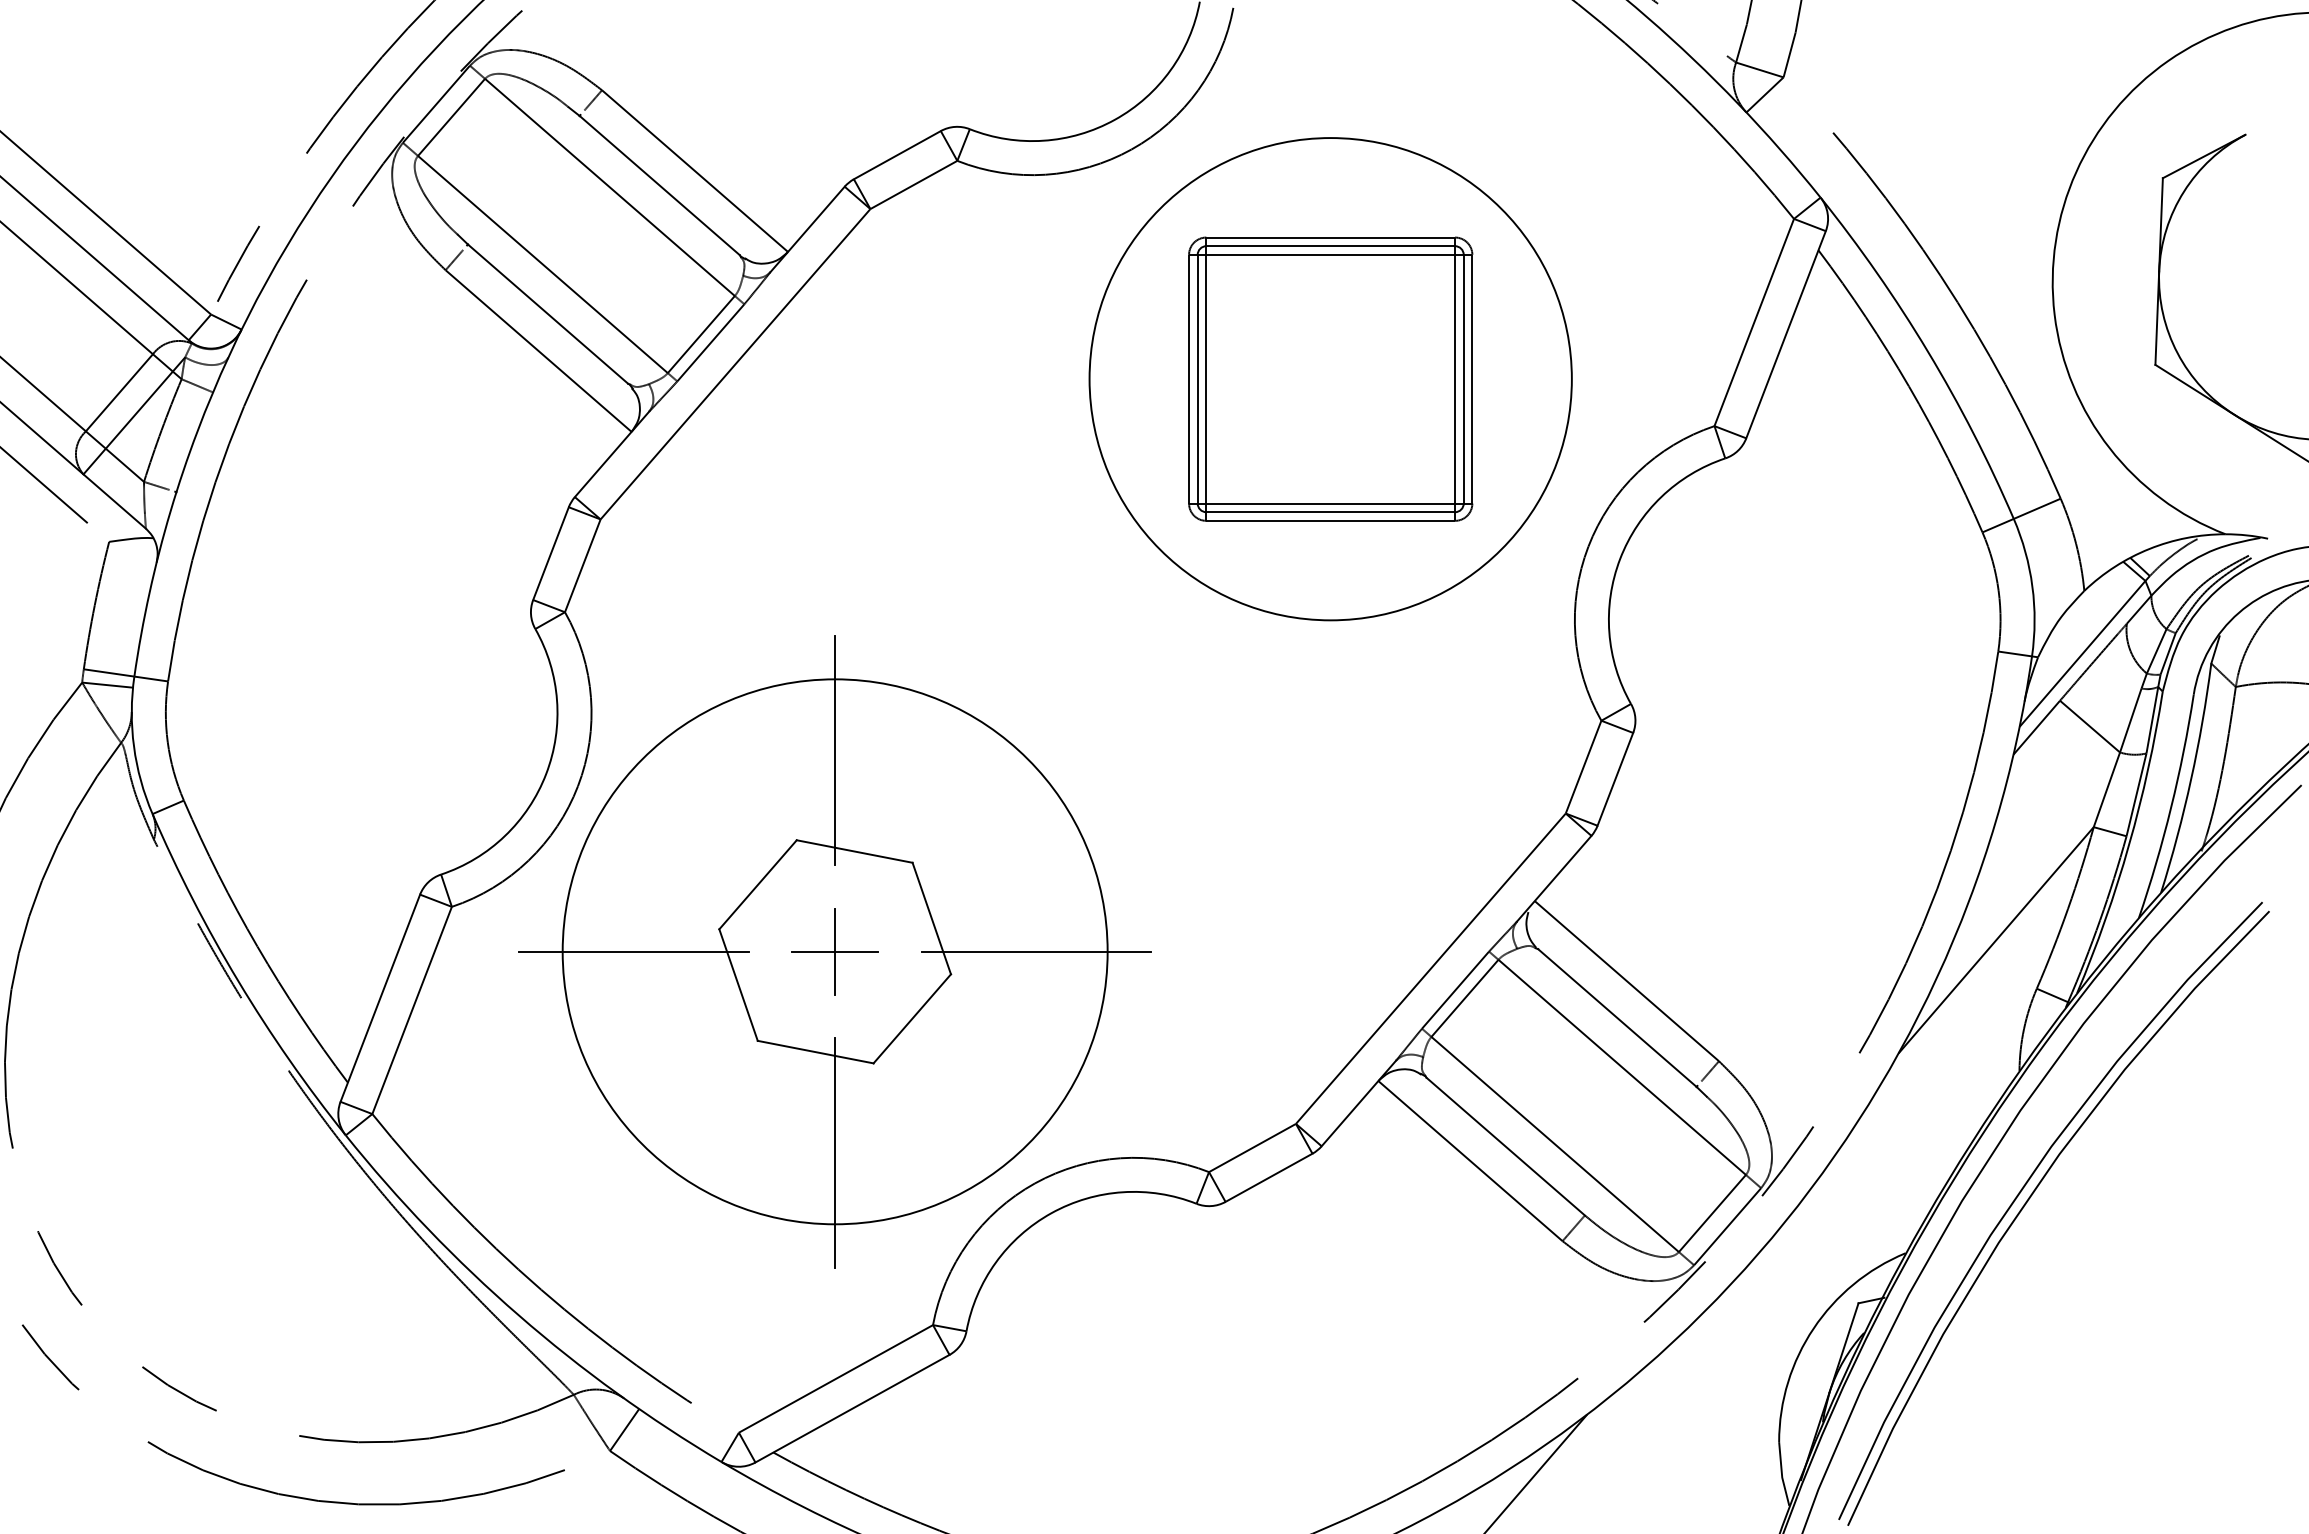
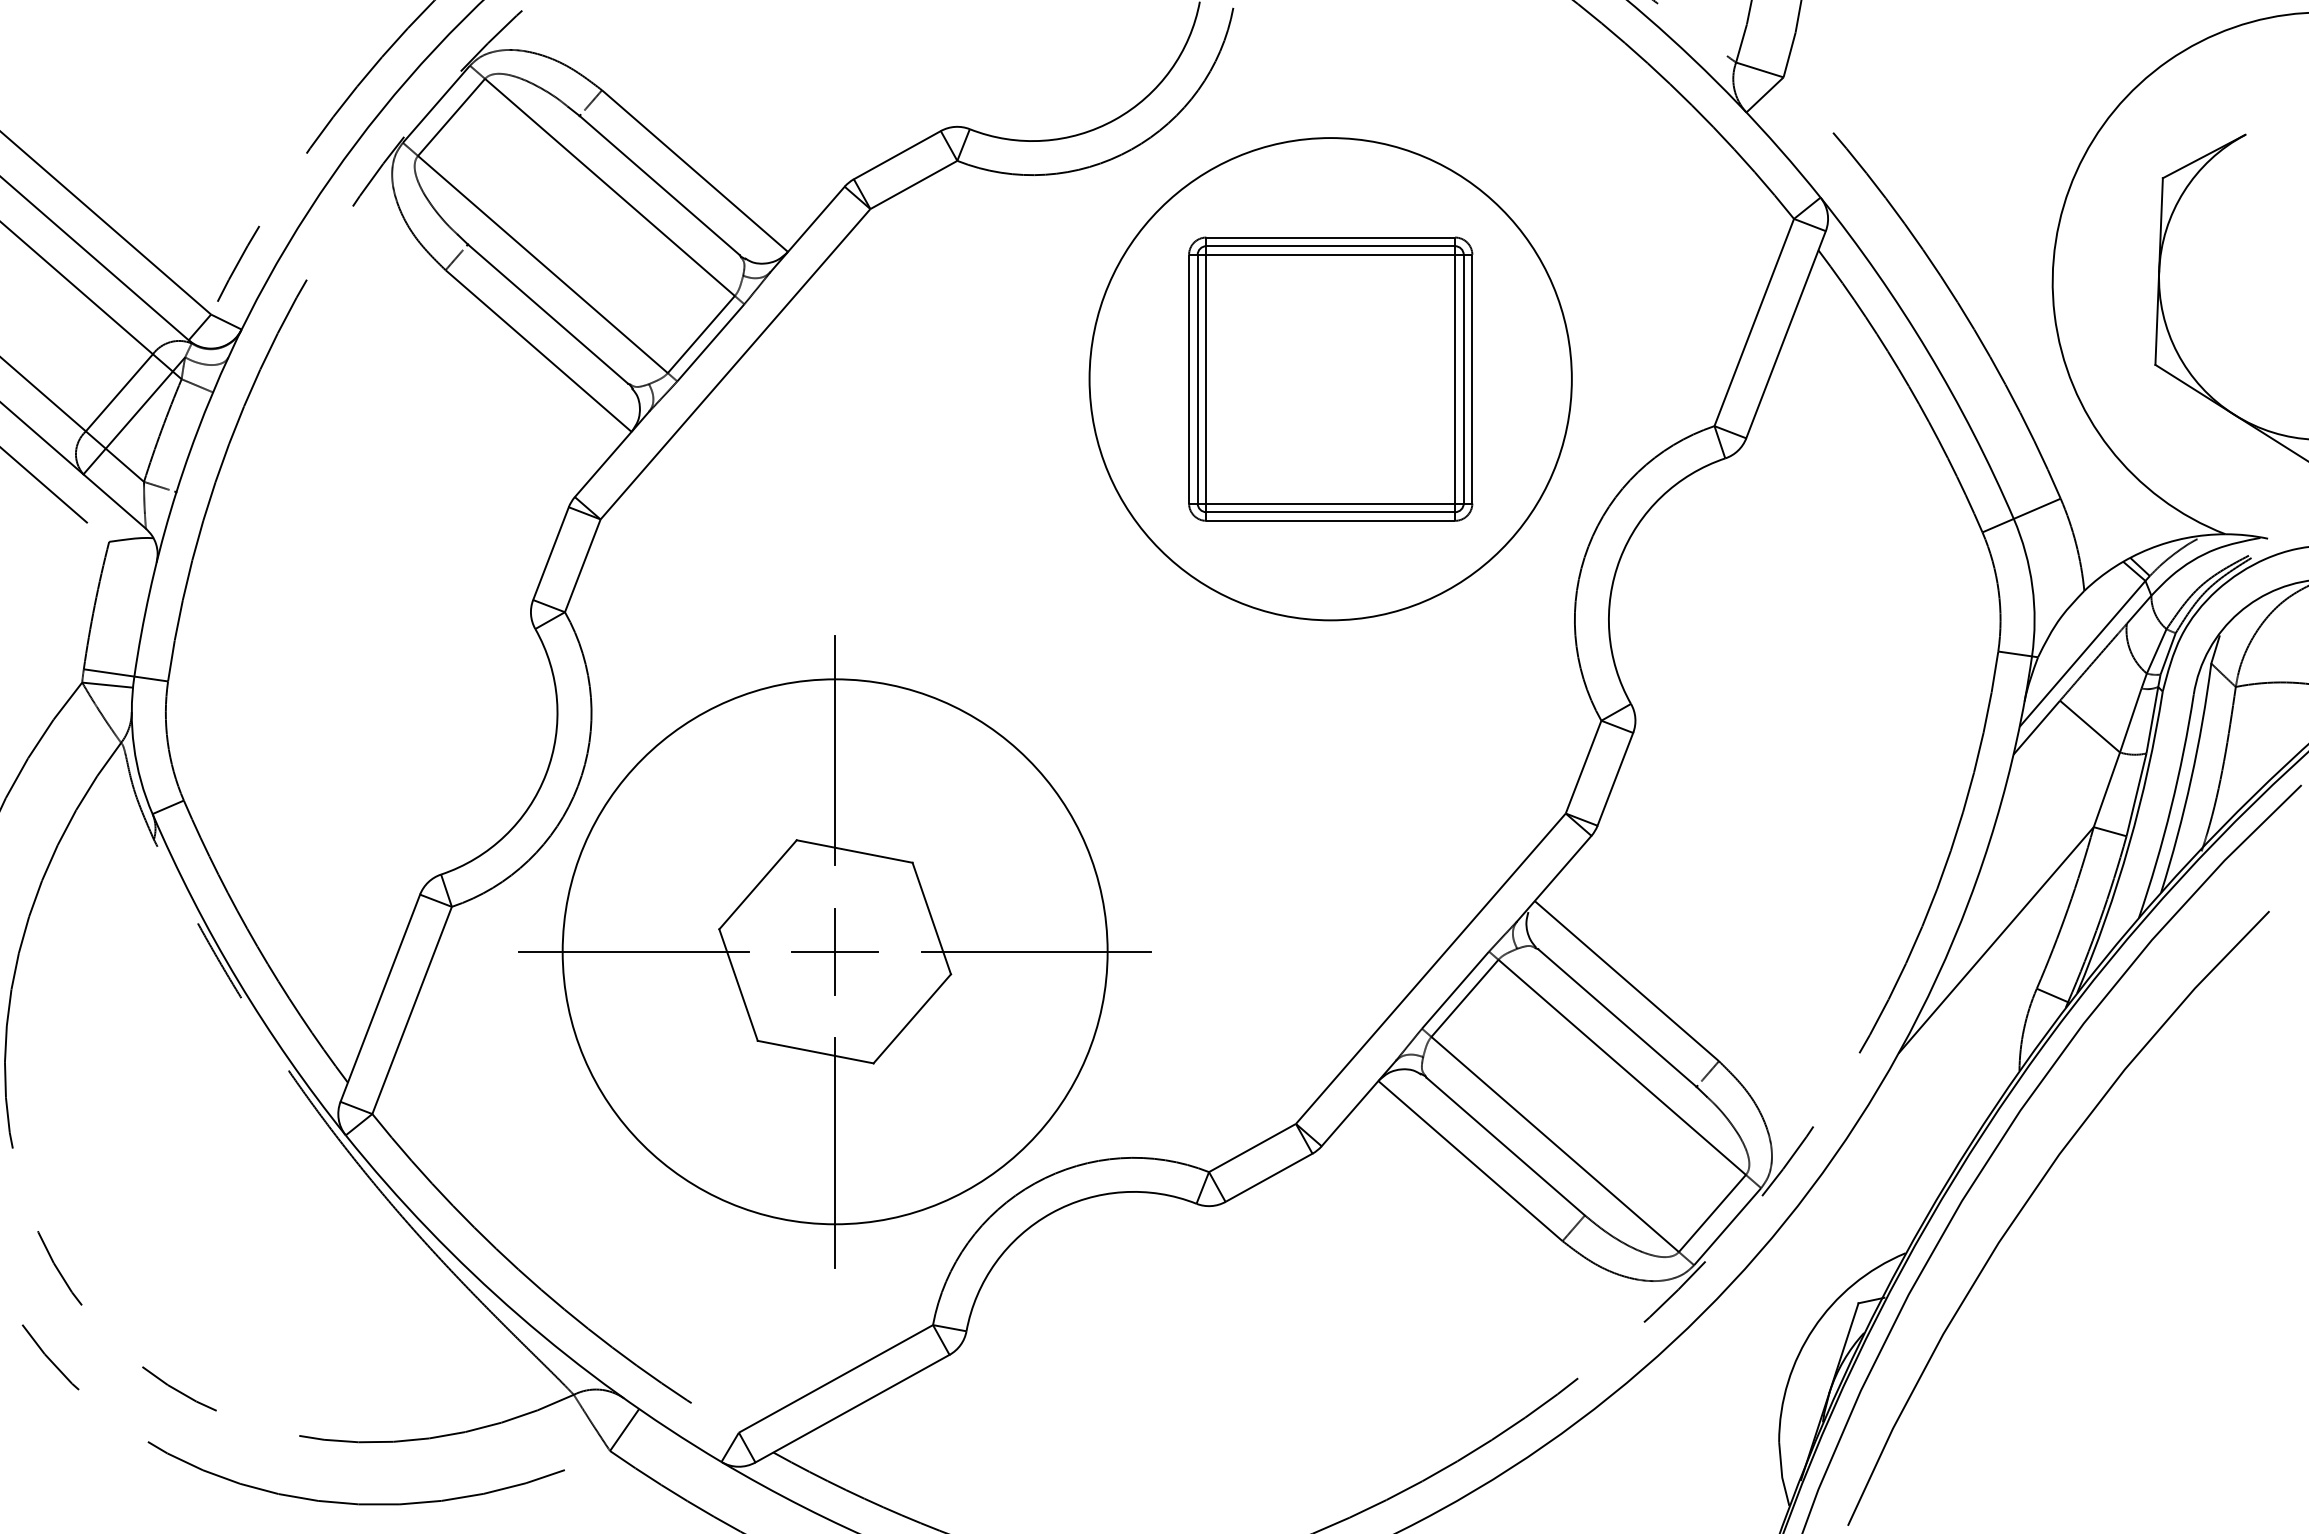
curve at (2021, 1192): present -> none
line at (1536, 1472): present -> none
